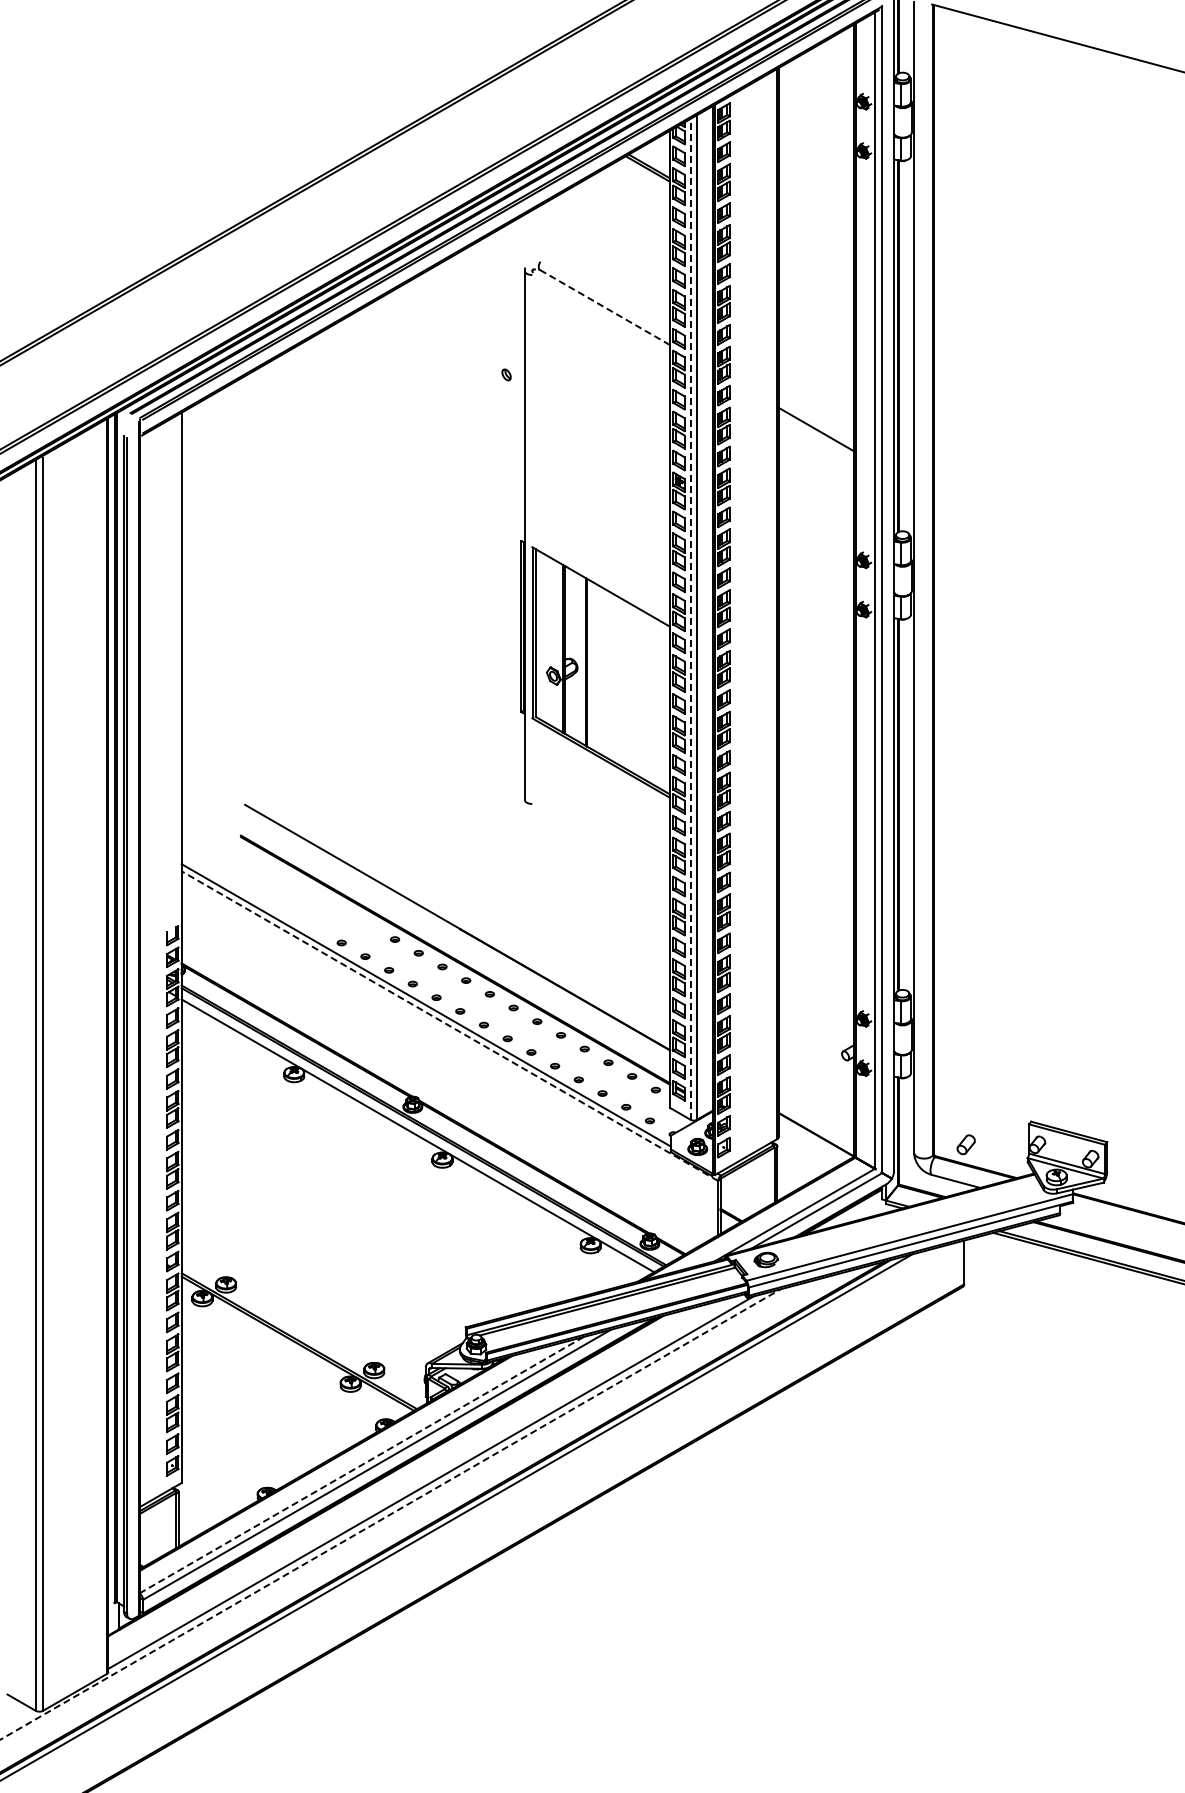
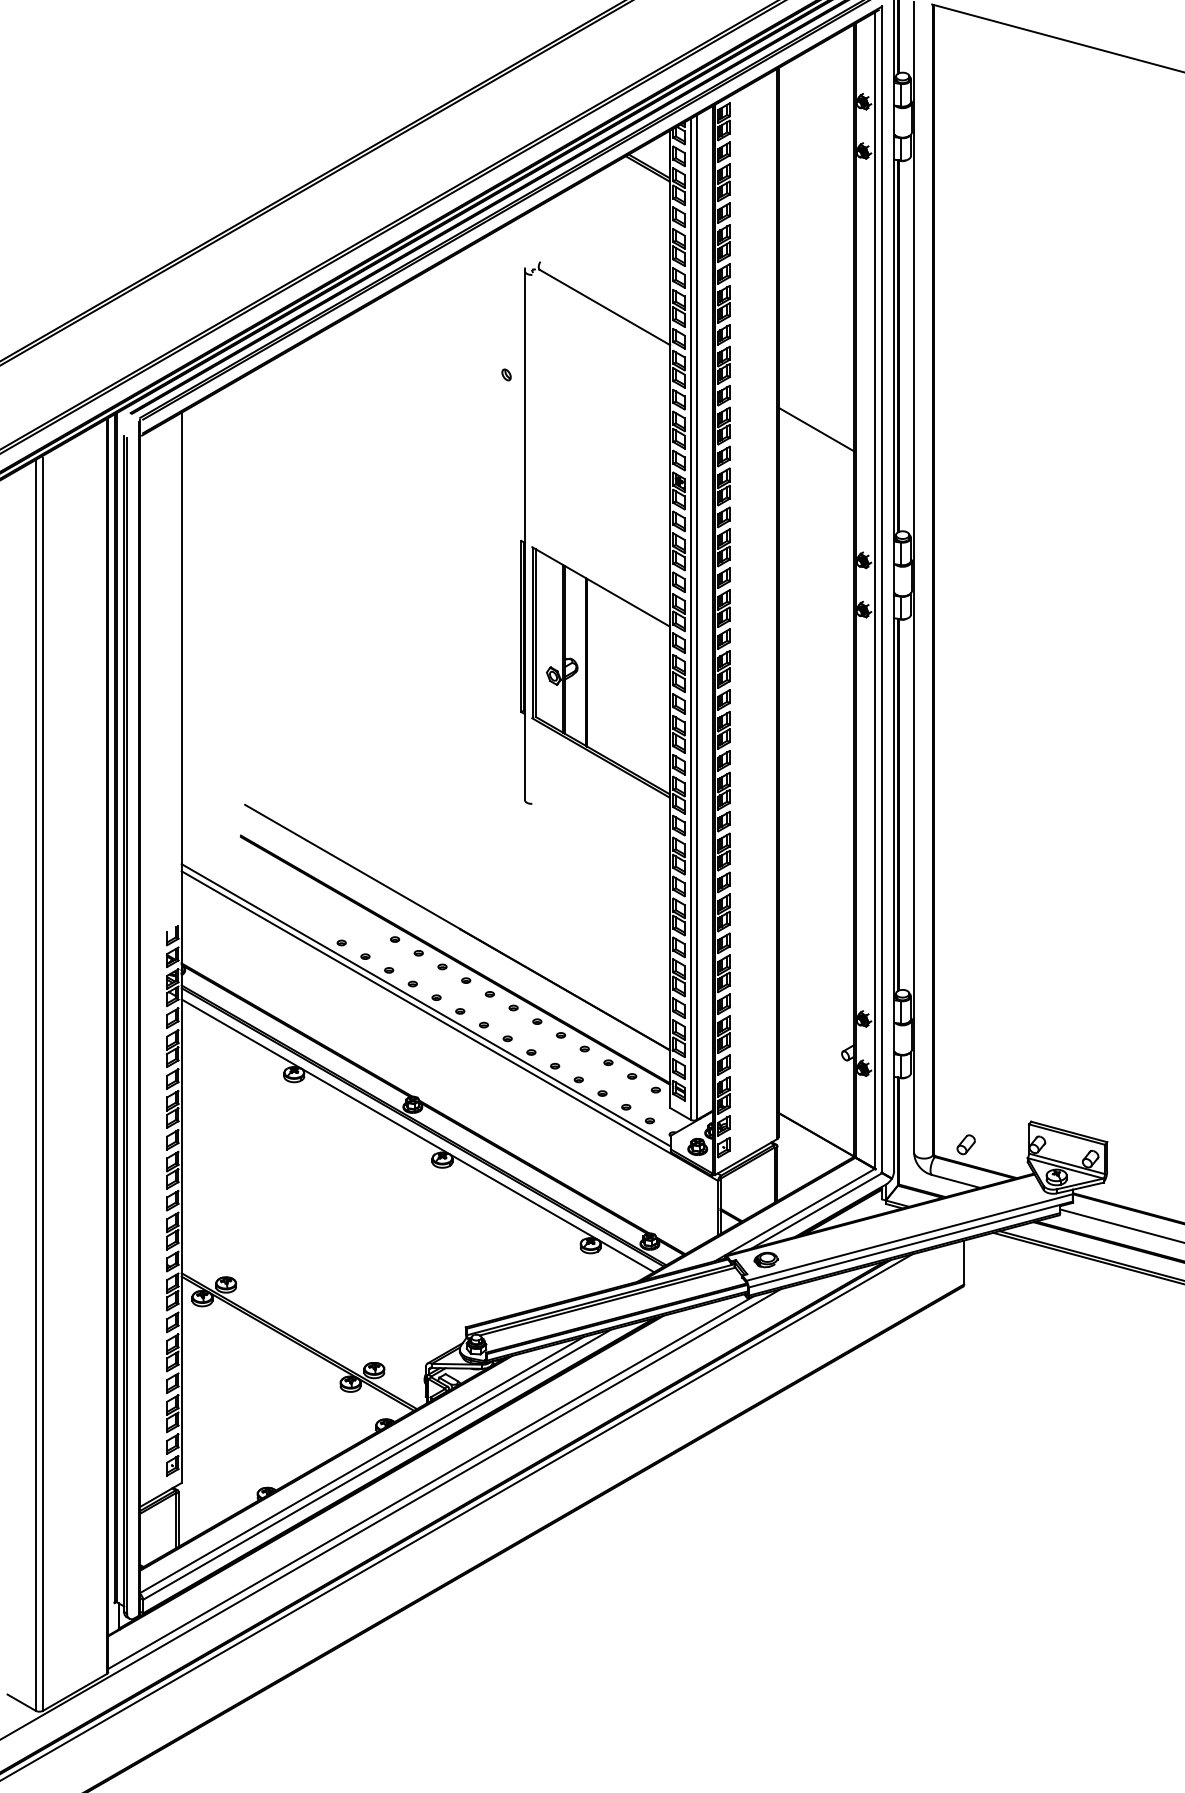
line at (605, 307): dashed -> solid
line at (690, 619): dashed -> solid
line at (449, 1026): dashed -> solid
line at (1120, 1225): none -> present
line at (362, 1464): dashed -> solid
line at (390, 1514): dashed -> solid
